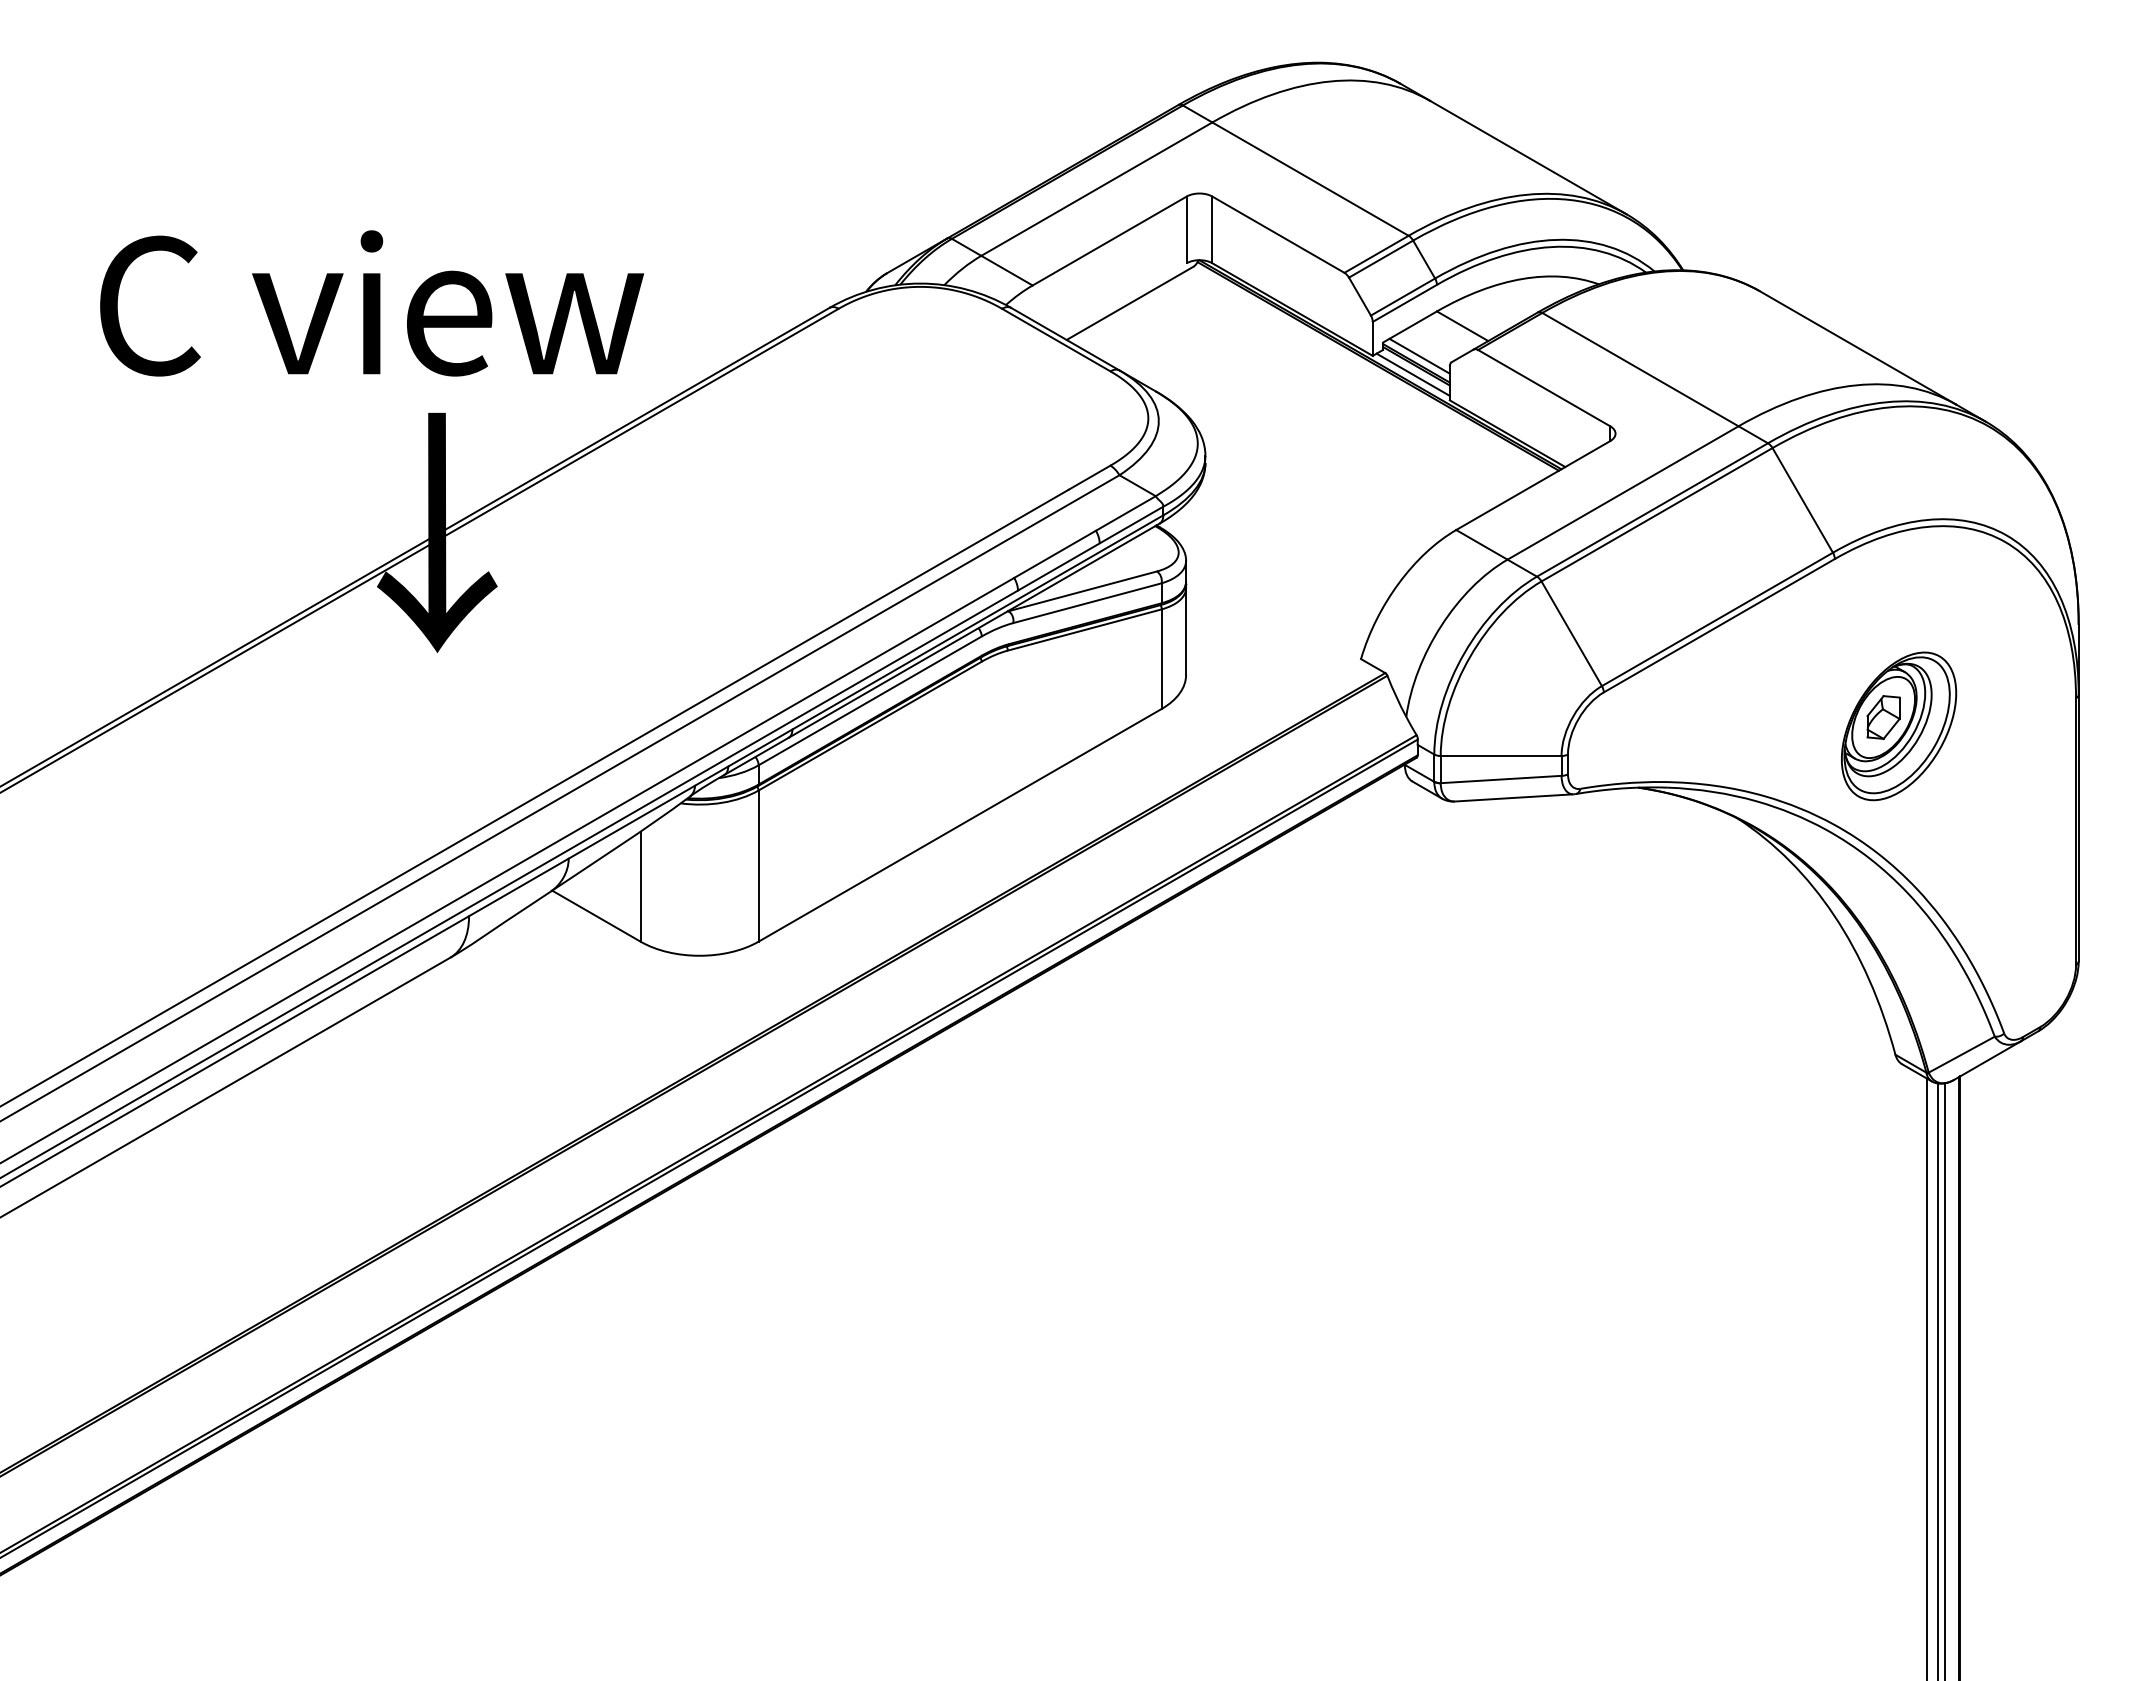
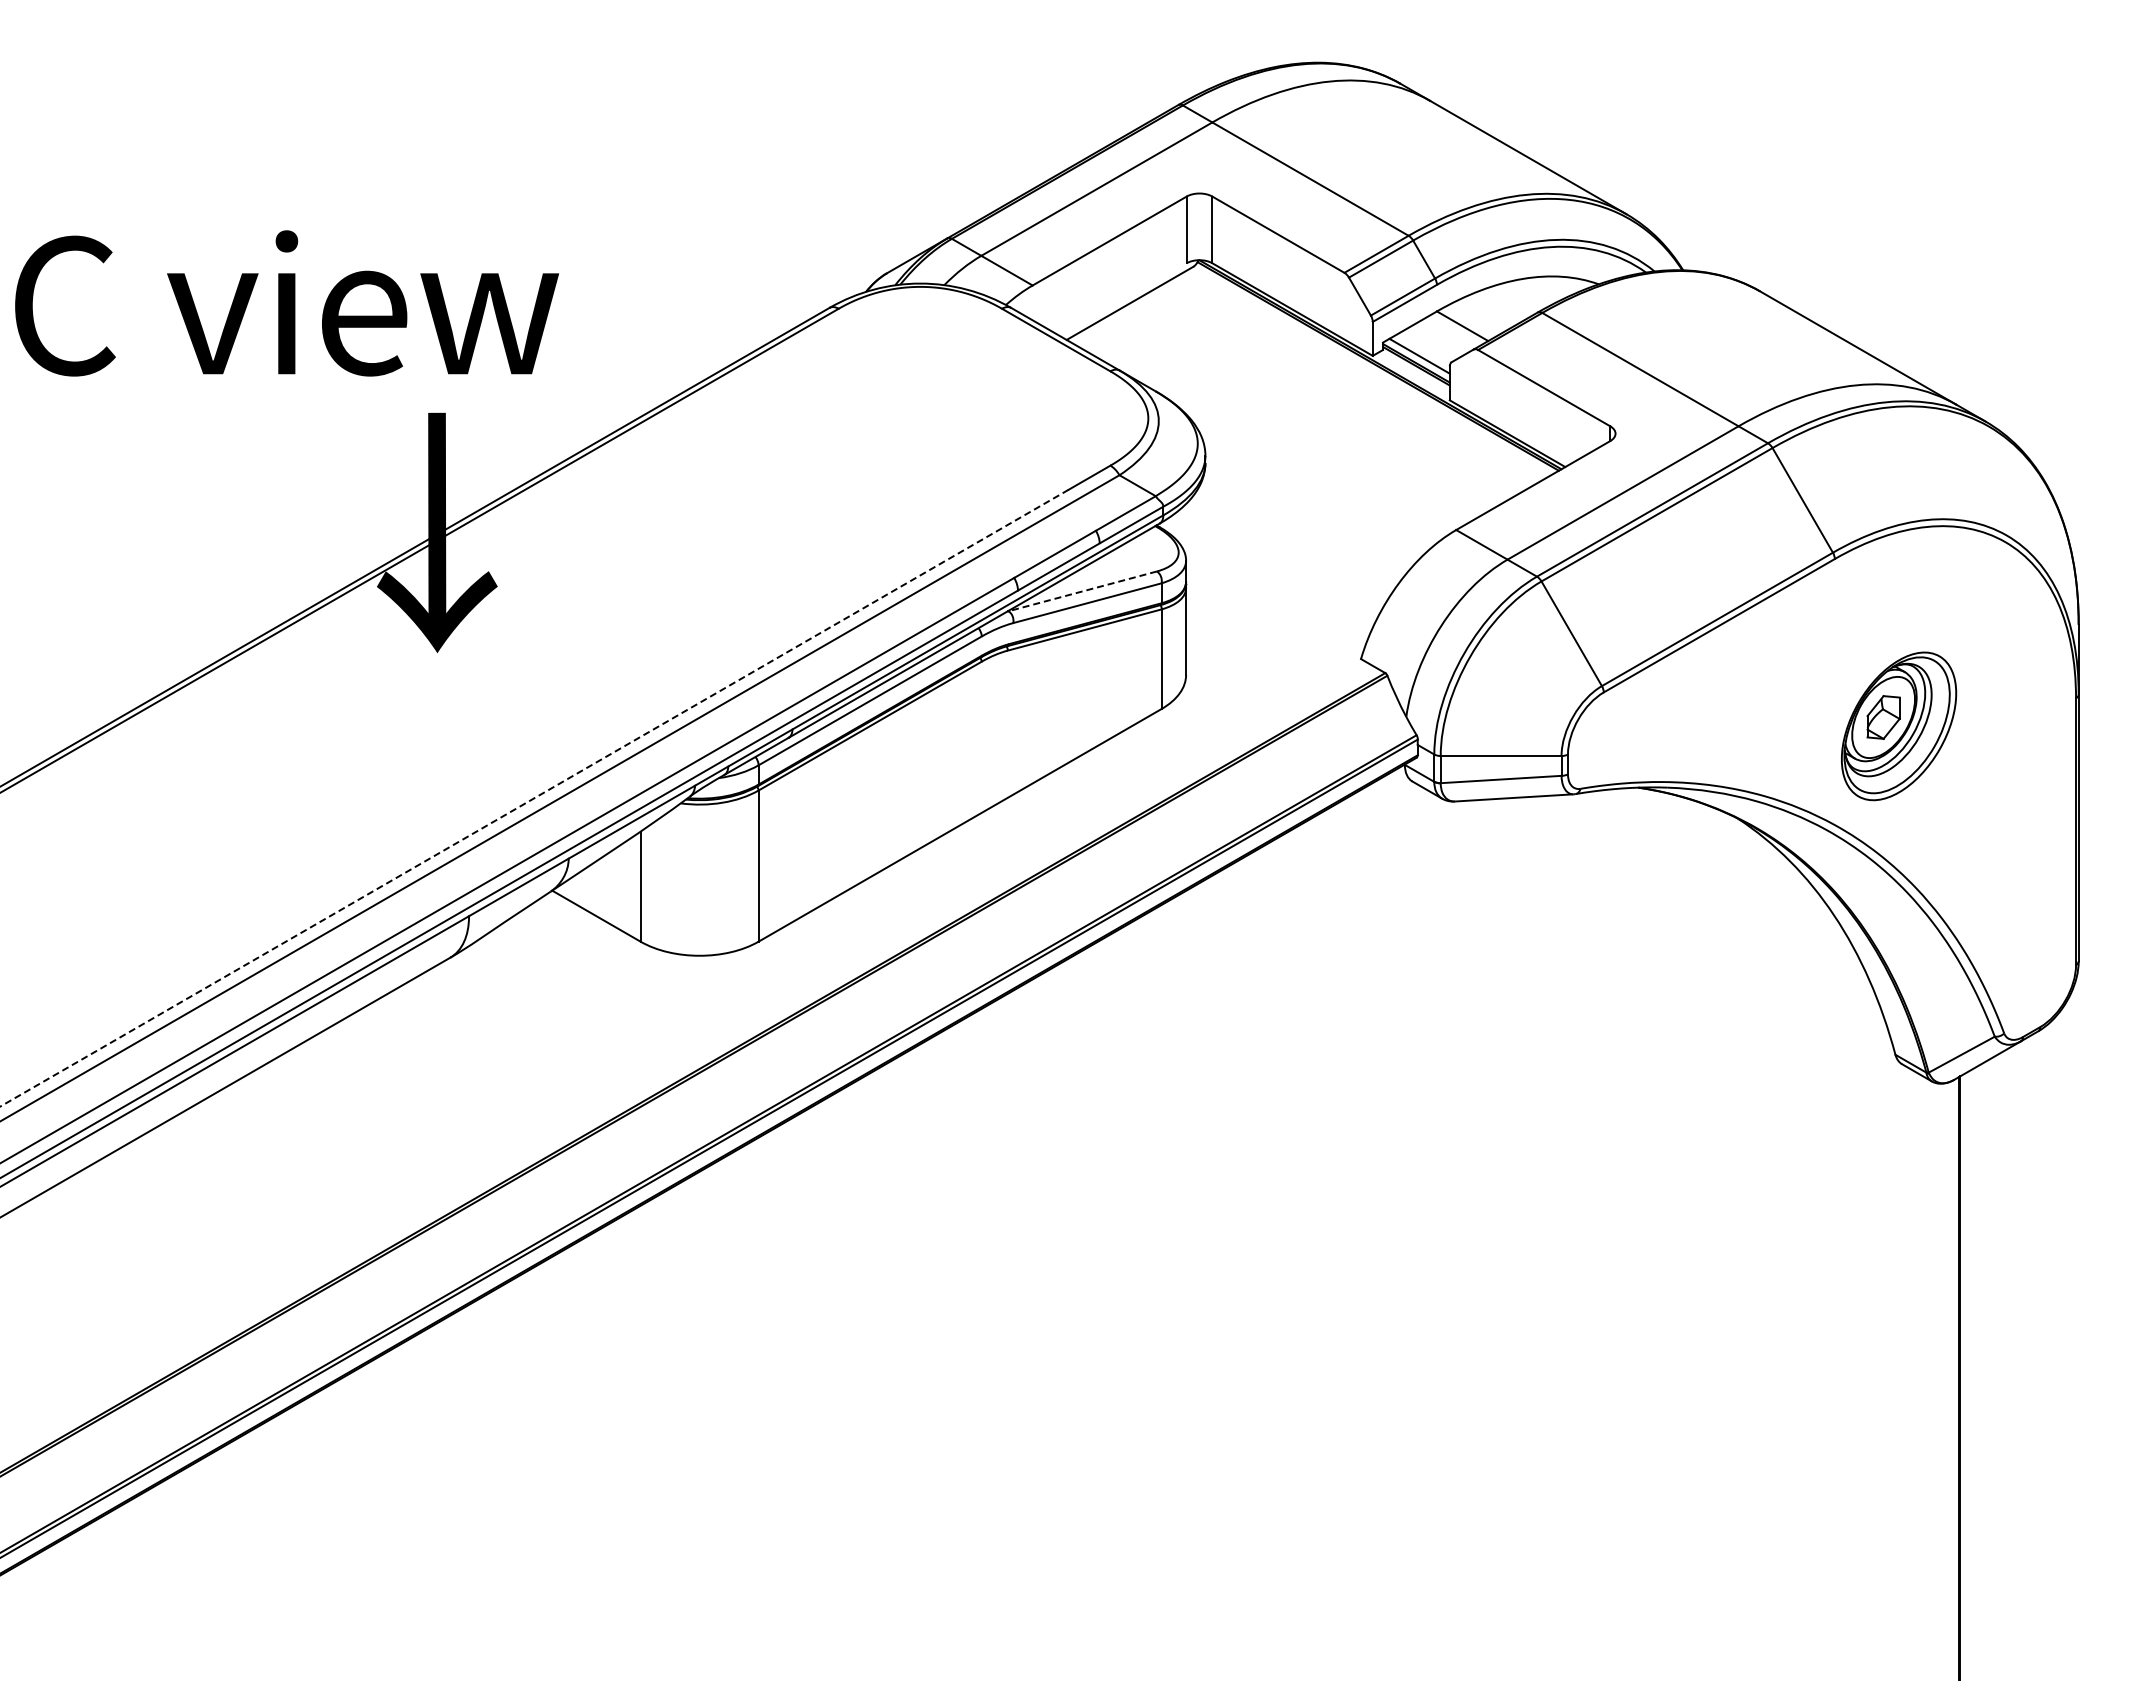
text at (372, 303) position: (372, 303) -> (287, 303)
line at (1412, 374): present -> none
line at (1082, 591): solid -> dashed
line at (534, 798): solid -> dashed
line at (1927, 1377): present -> none
line at (1937, 1380): present -> none
line at (1945, 1380): present -> none
